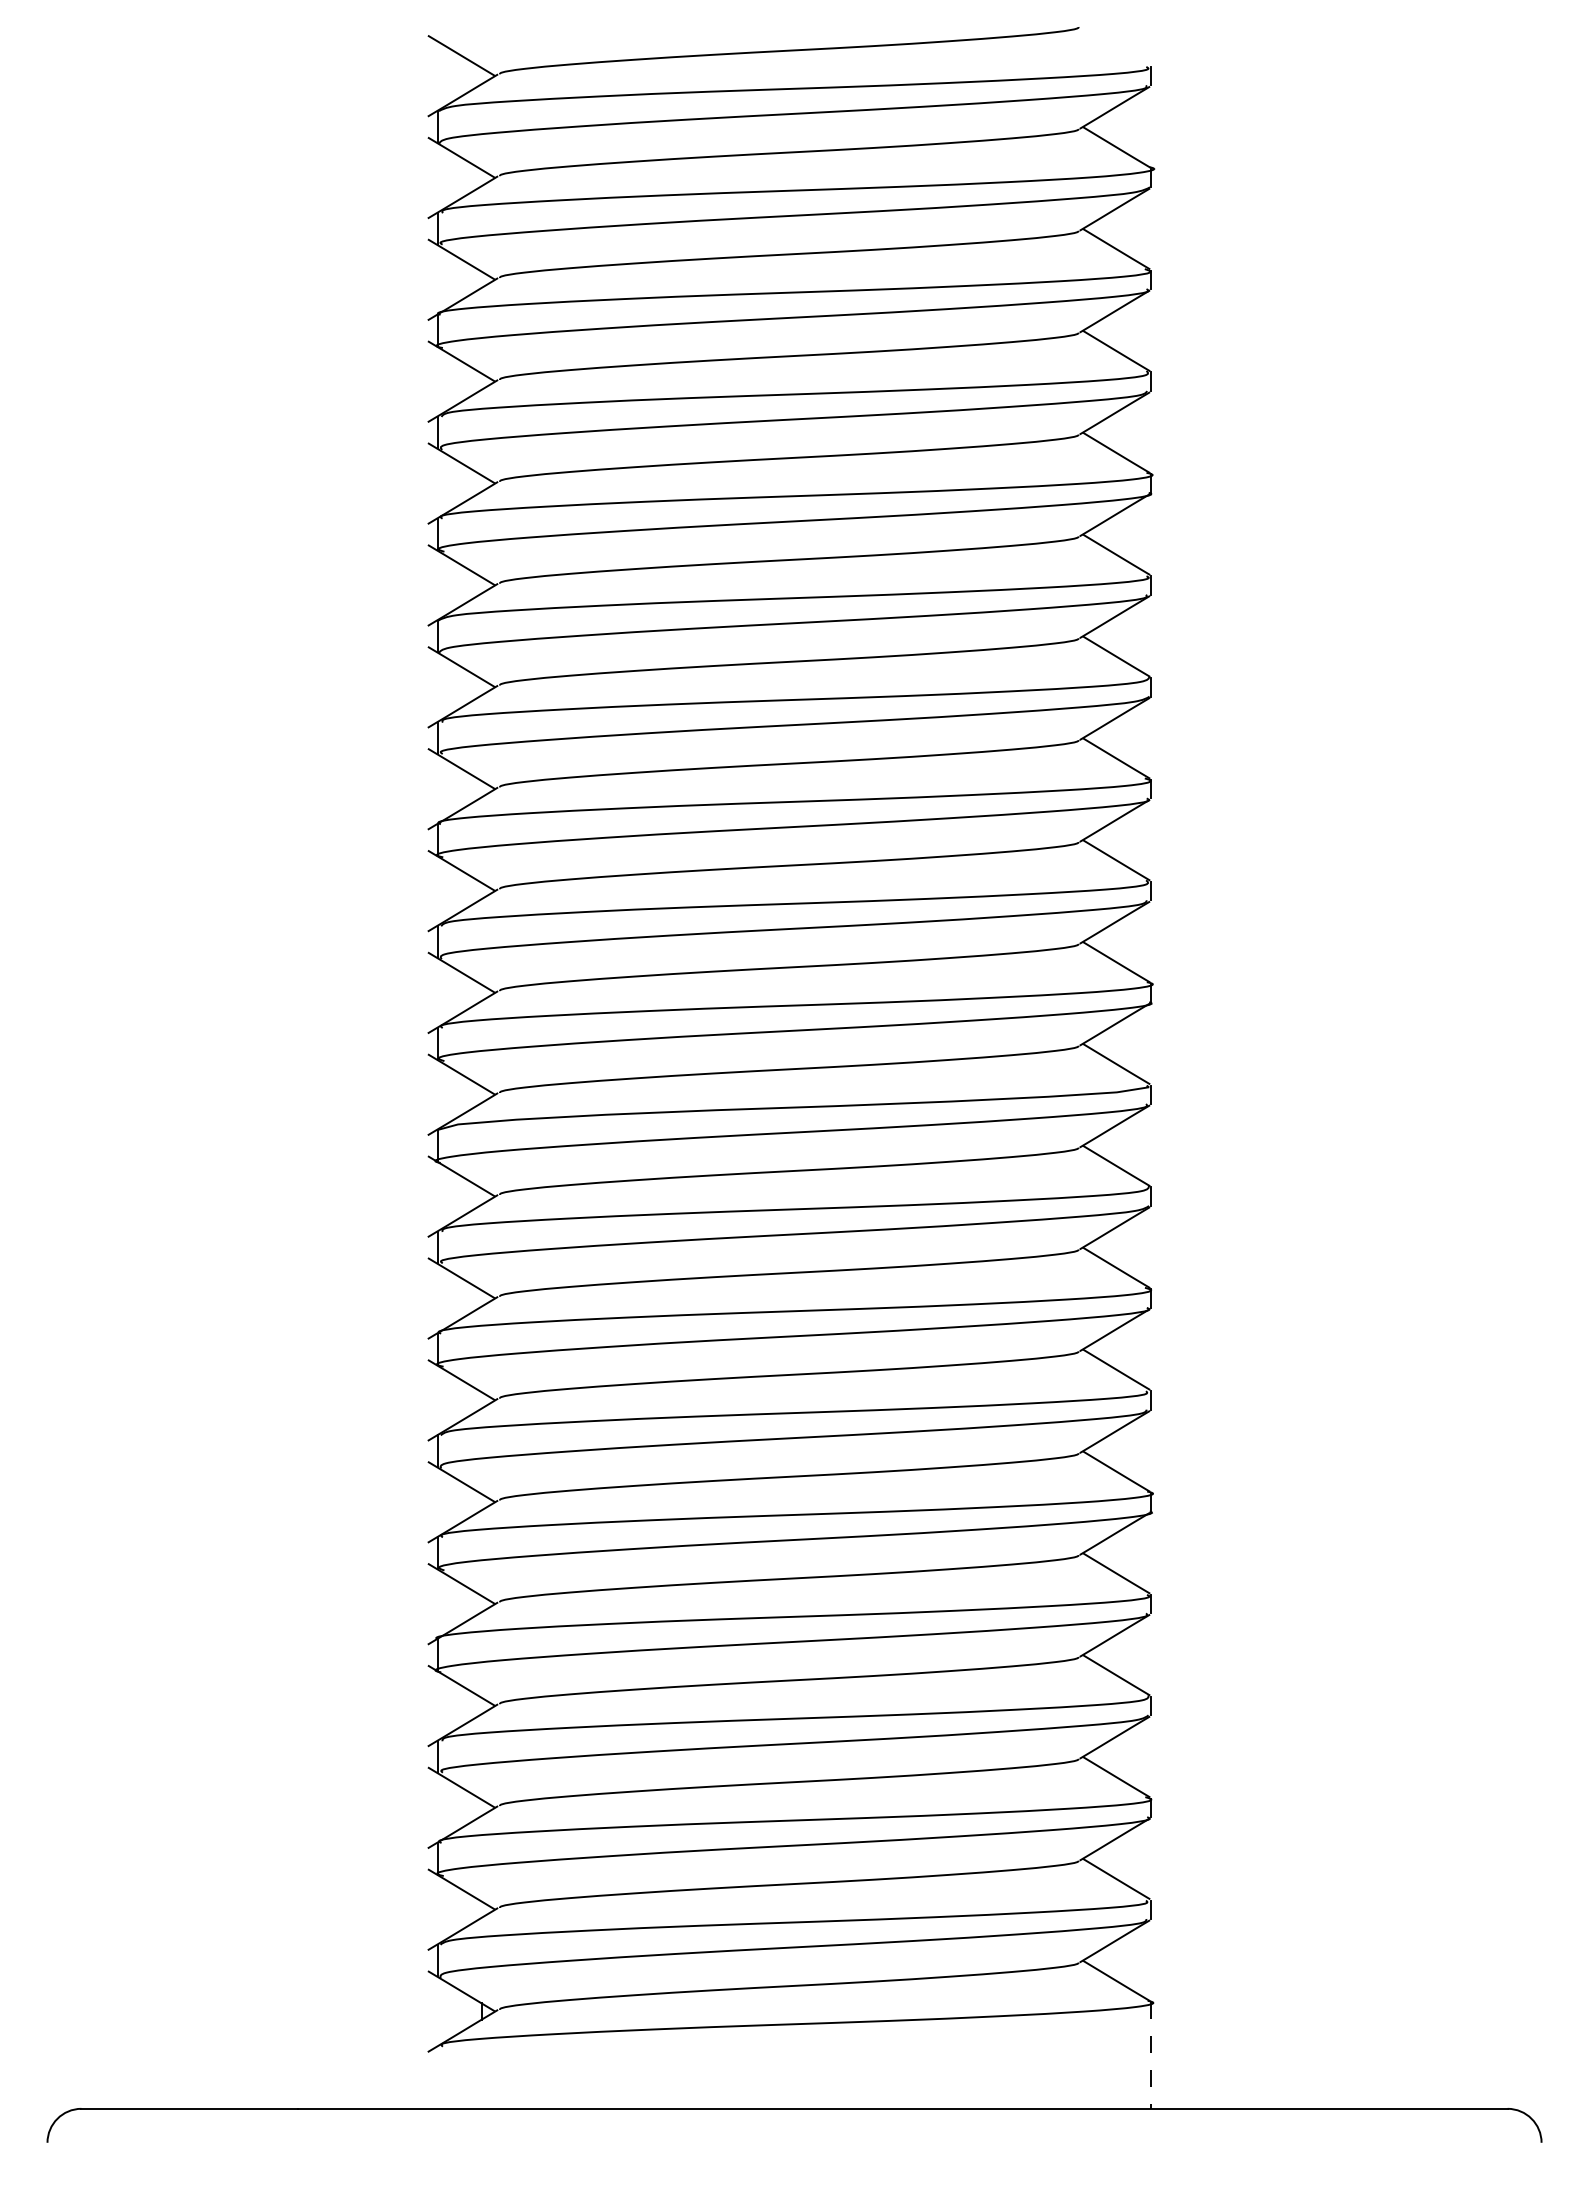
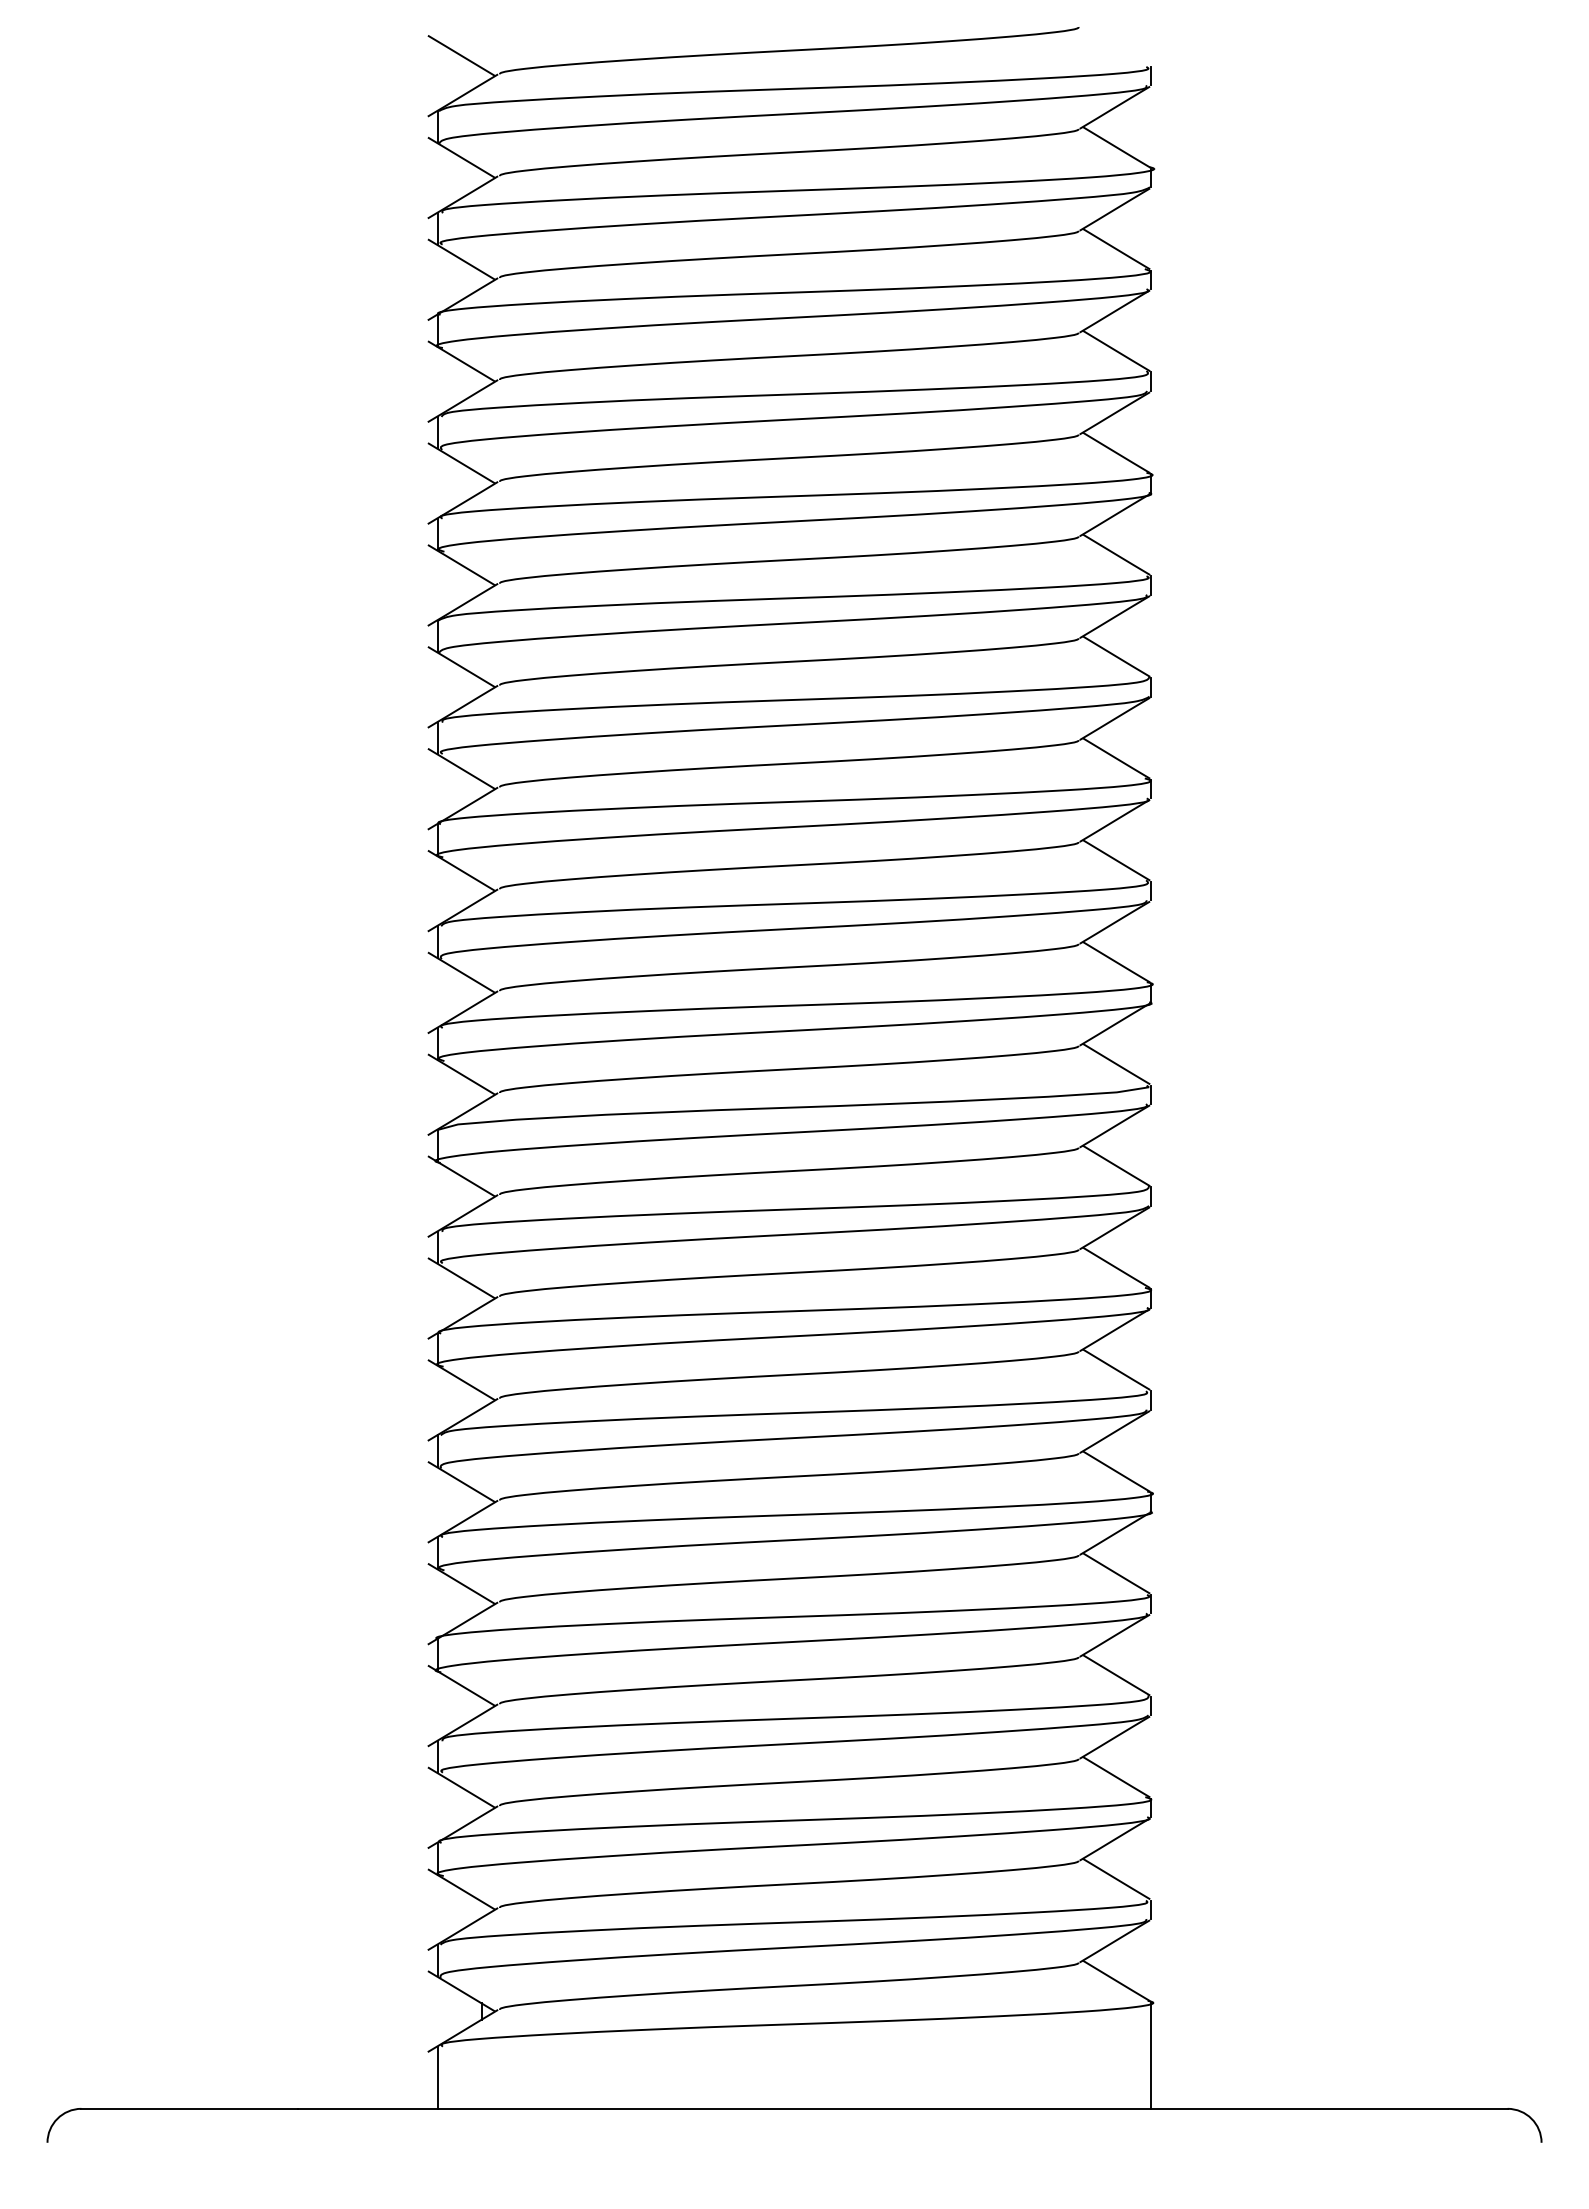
line at (1151, 2056): dashed -> solid
line at (438, 2077): none -> present
